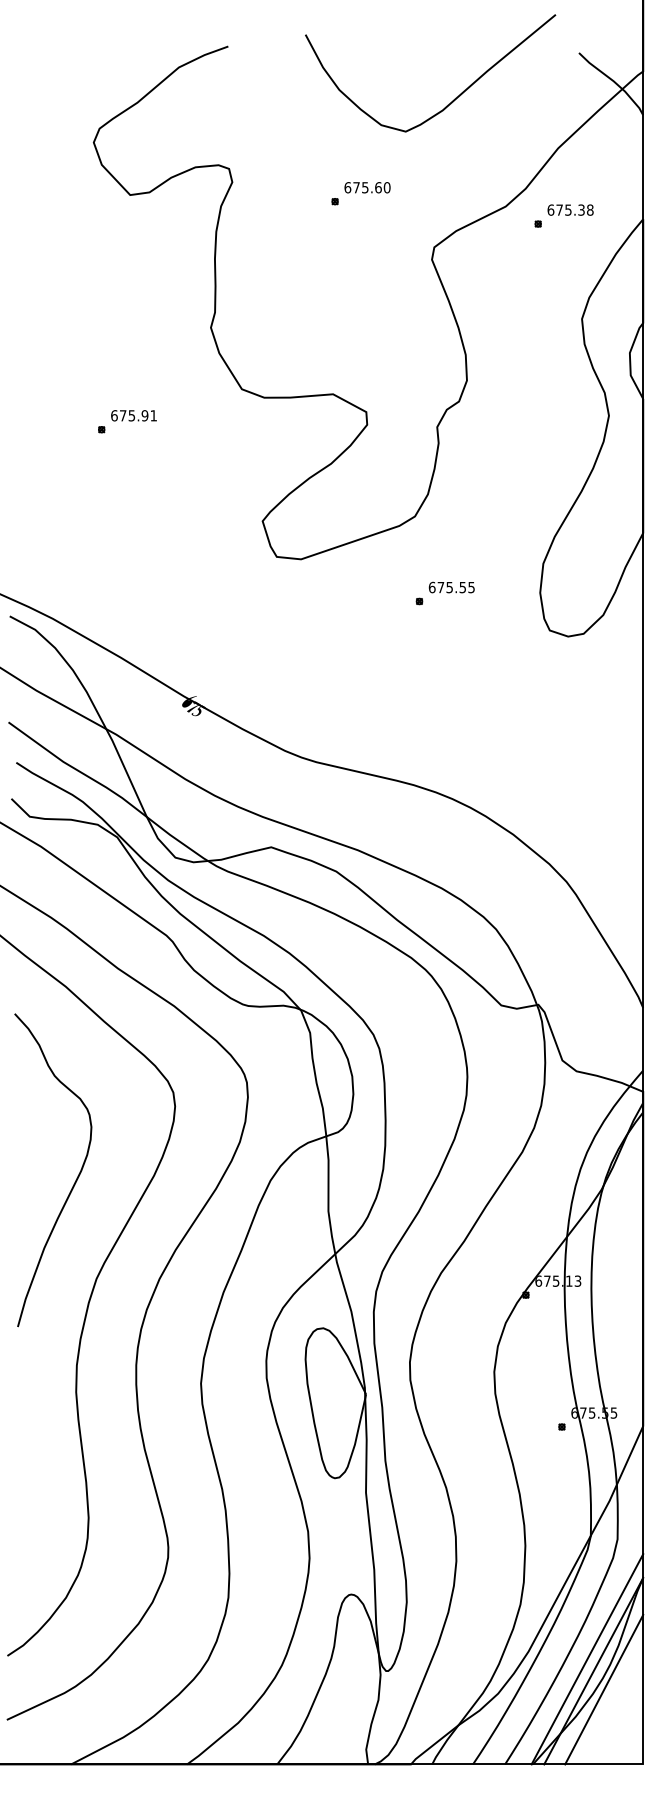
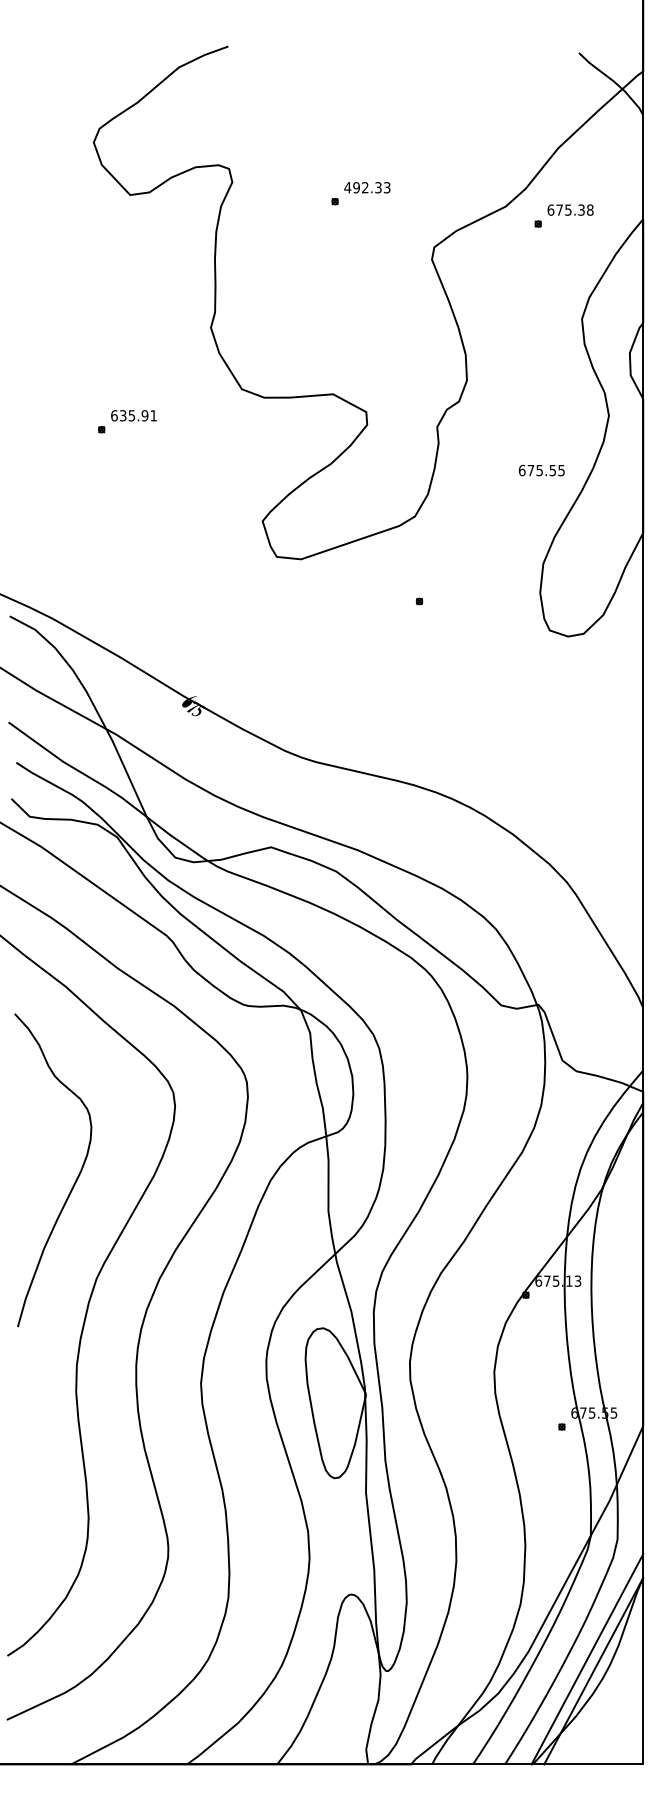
curve at (455, 97): present -> none
text at (367, 187): 675.60 -> 492.33
text at (122, 415): 675.91 -> 635.91
text at (451, 587) position: (451, 587) -> (541, 470)
line at (604, 1689): present -> none
